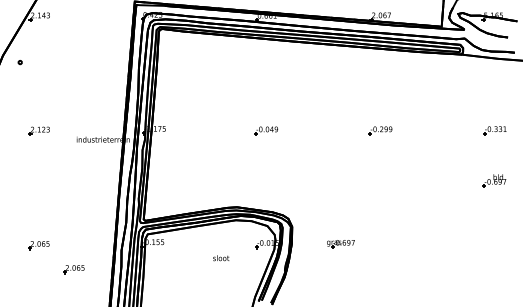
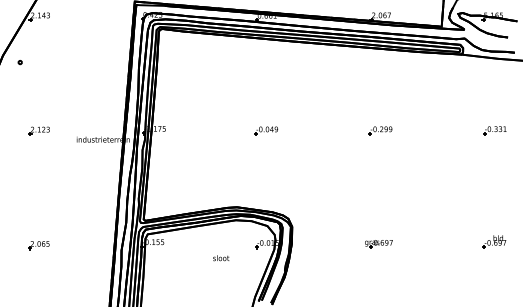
part at (494, 180) position: (494, 180) -> (494, 241)
part at (340, 244) position: (340, 244) -> (378, 244)
part at (73, 269): present -> none
